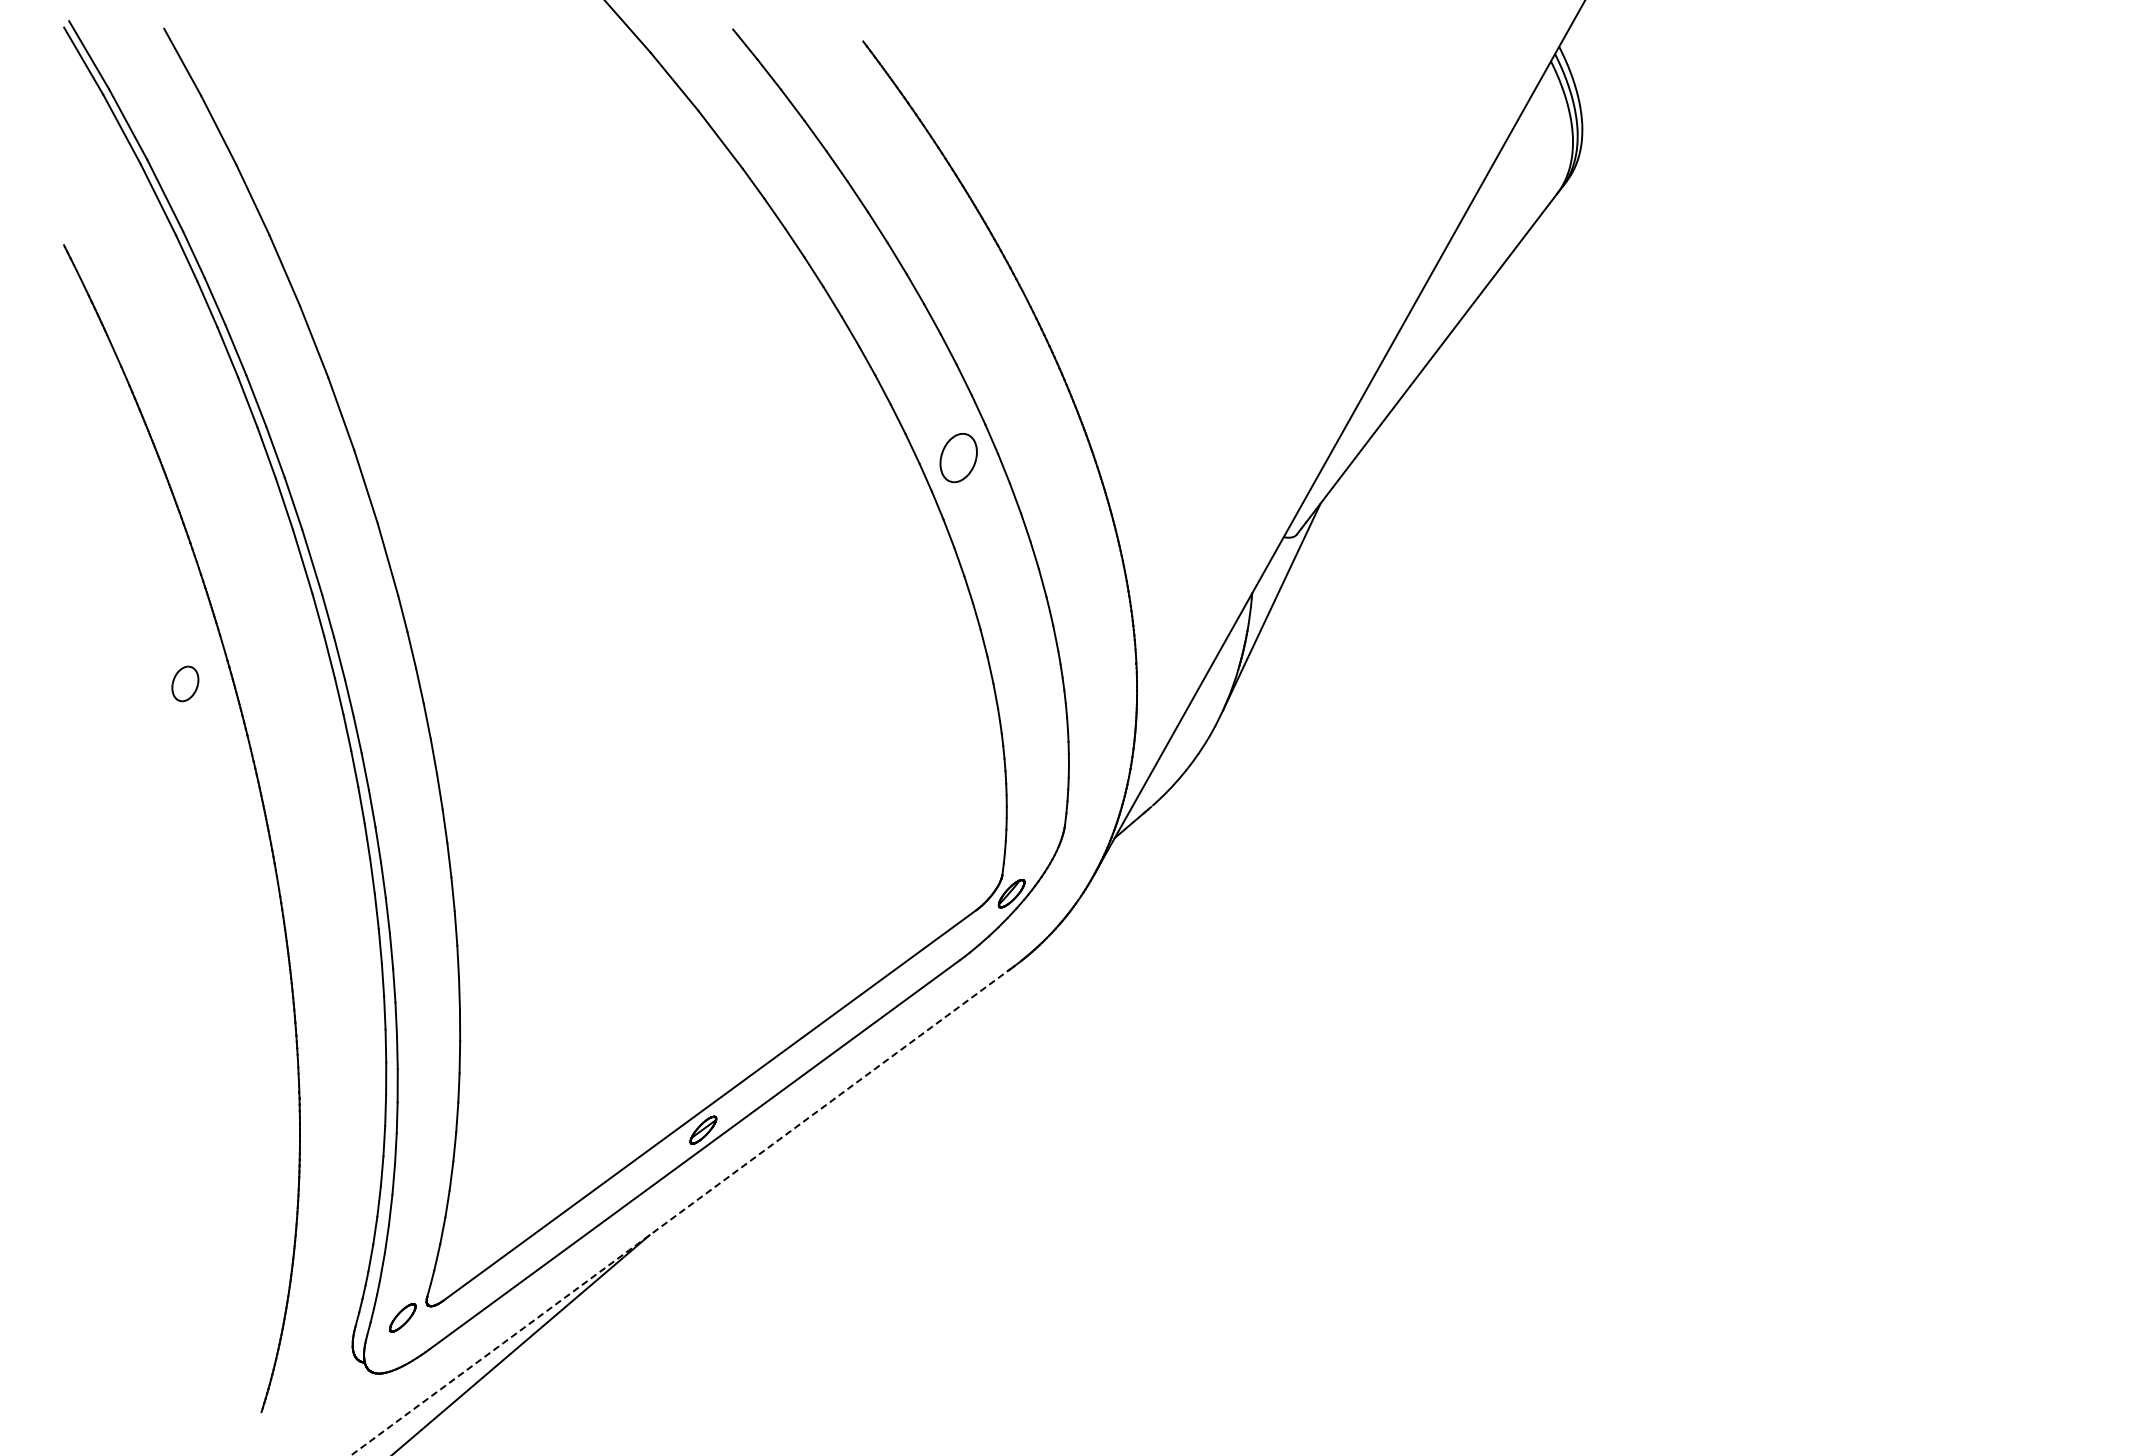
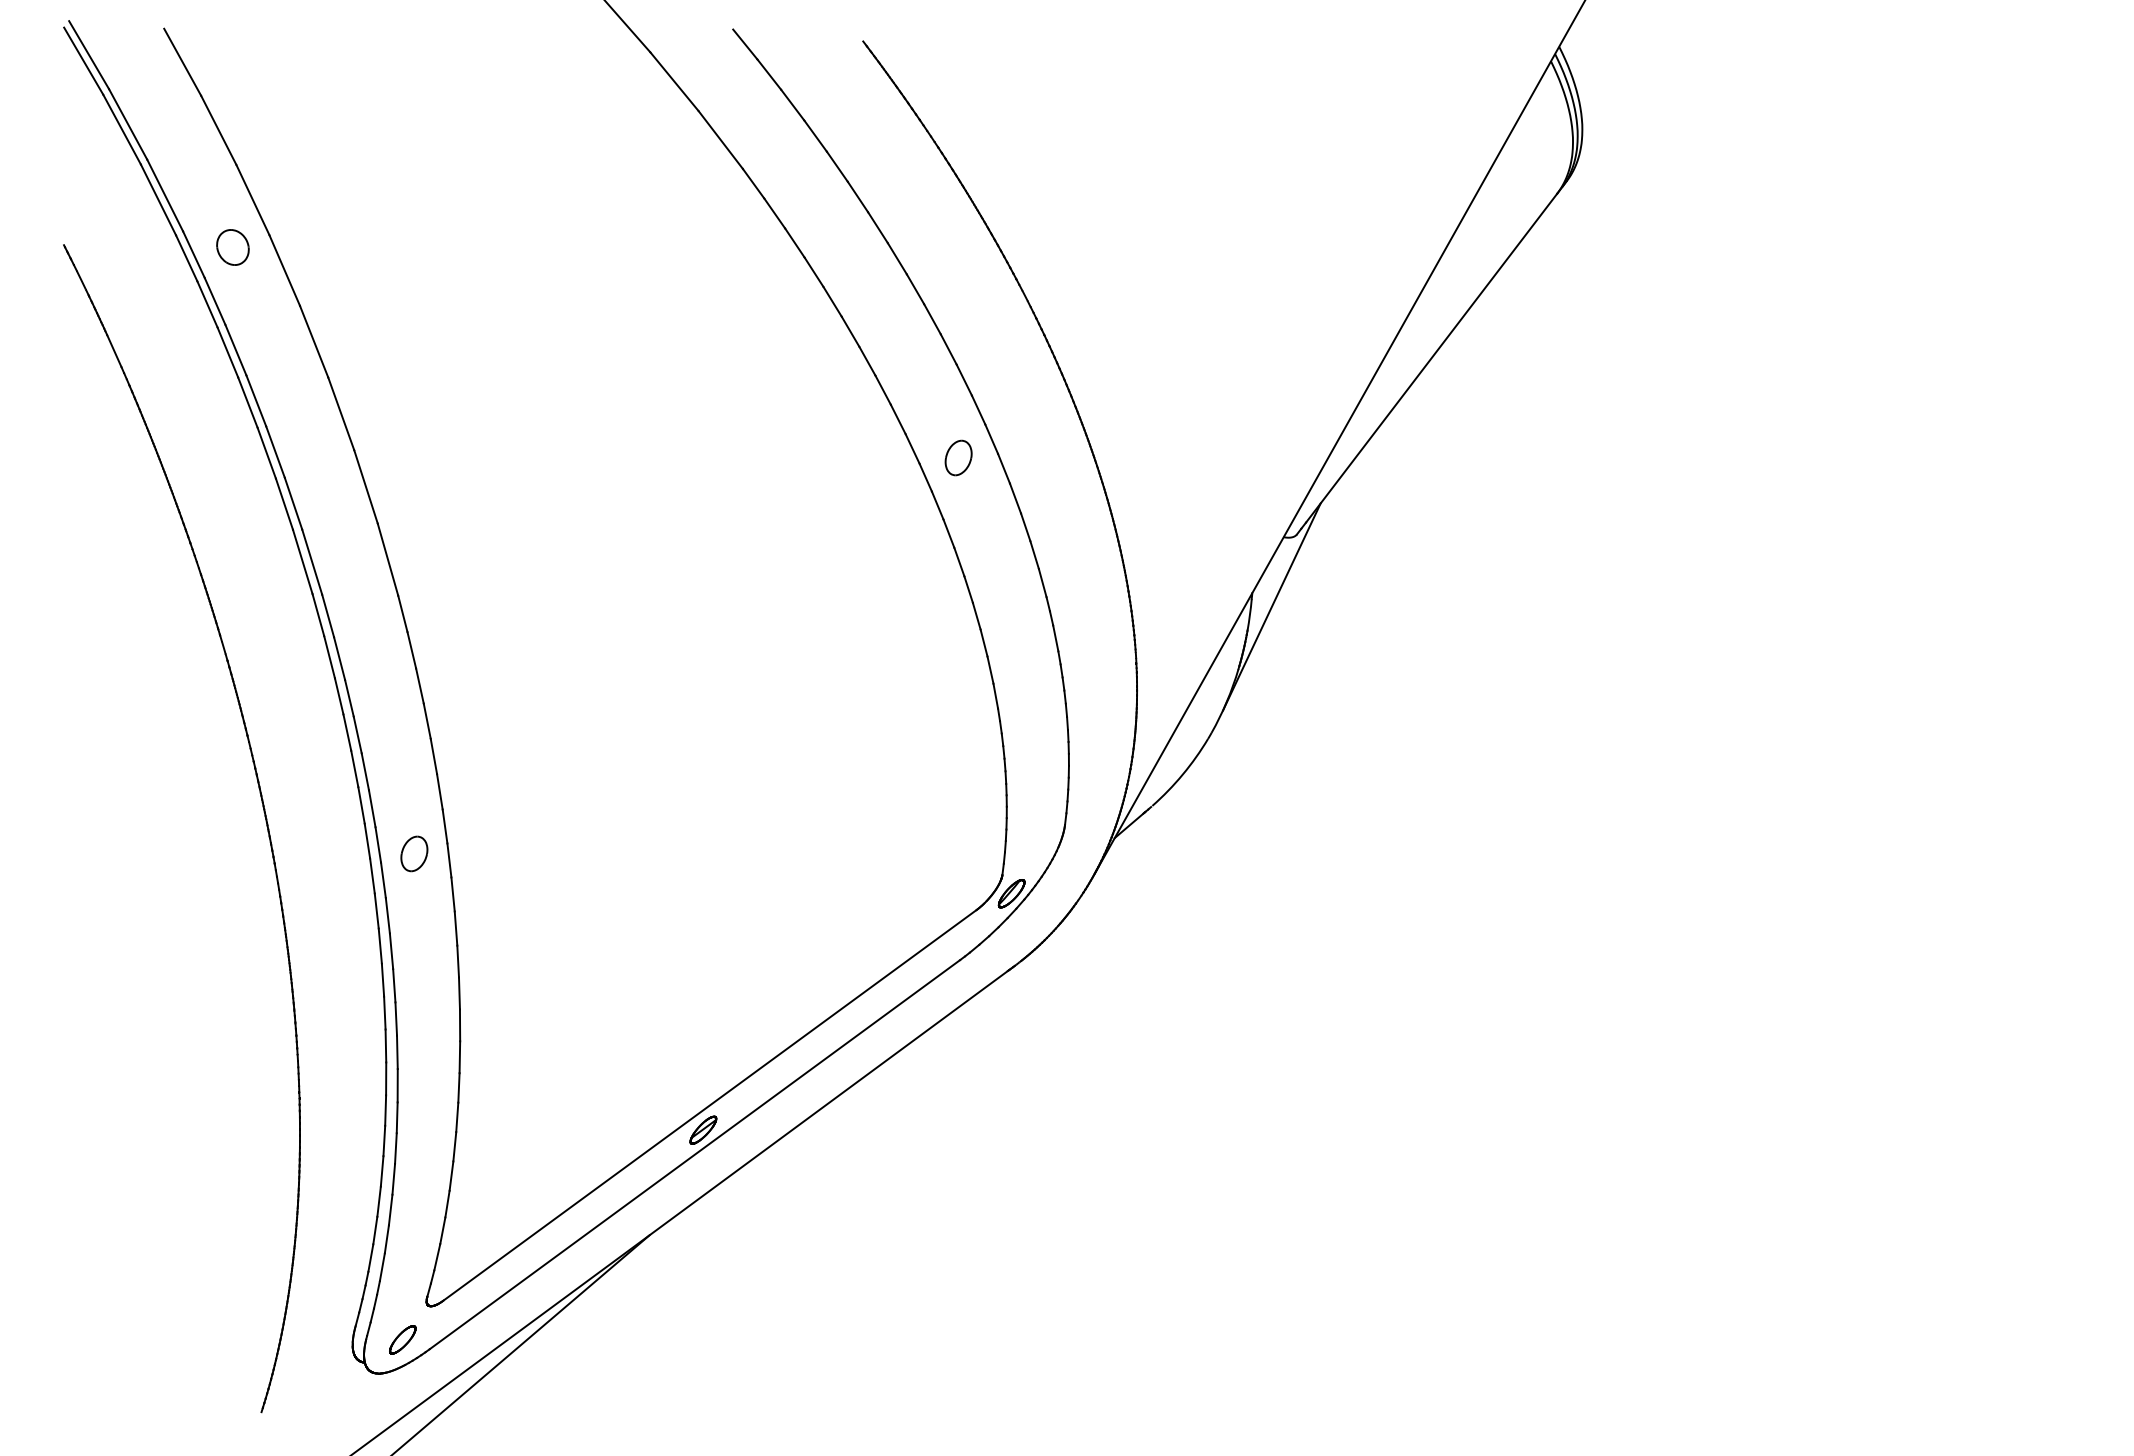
part at (232, 247): none -> present
part at (958, 458) size: 39x51 px -> 29x38 px
part at (185, 683) position: (185, 683) -> (414, 853)
line at (681, 1211): dashed -> solid
part at (402, 1317) position: (402, 1317) -> (402, 1339)
